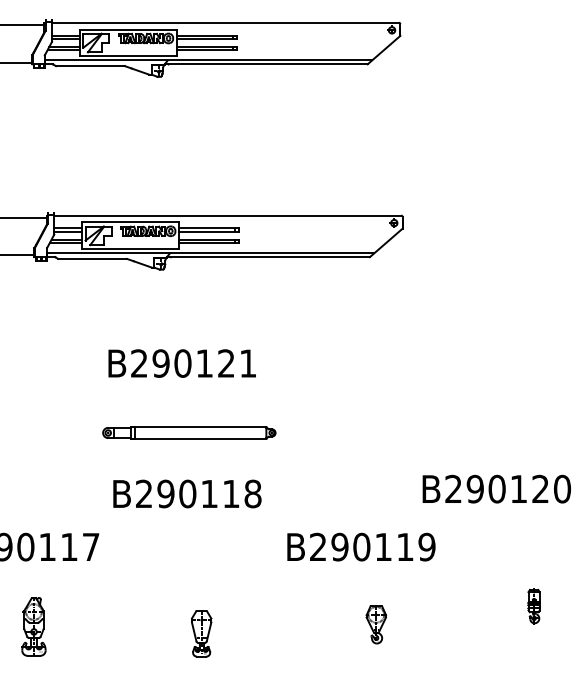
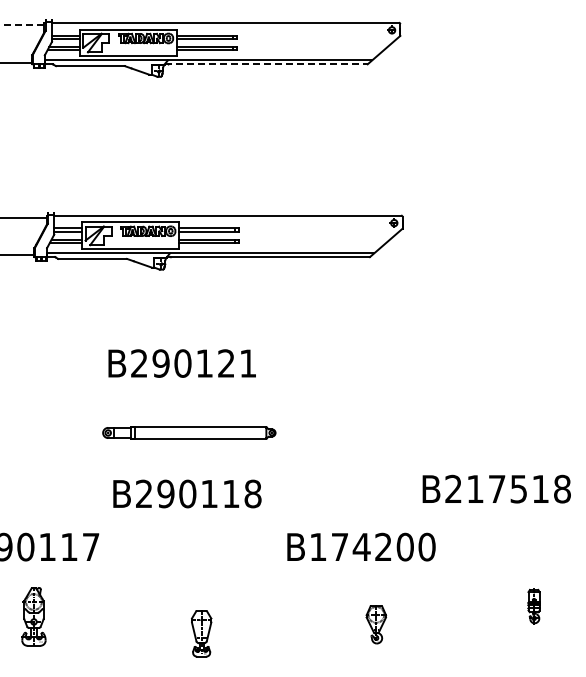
line at (22, 24): solid -> dashed
line at (266, 64): solid -> dashed
text at (518, 488): B290120 -> B217518
text at (372, 546): B290119 -> B174200
part at (33, 626) position: (33, 626) -> (33, 616)
